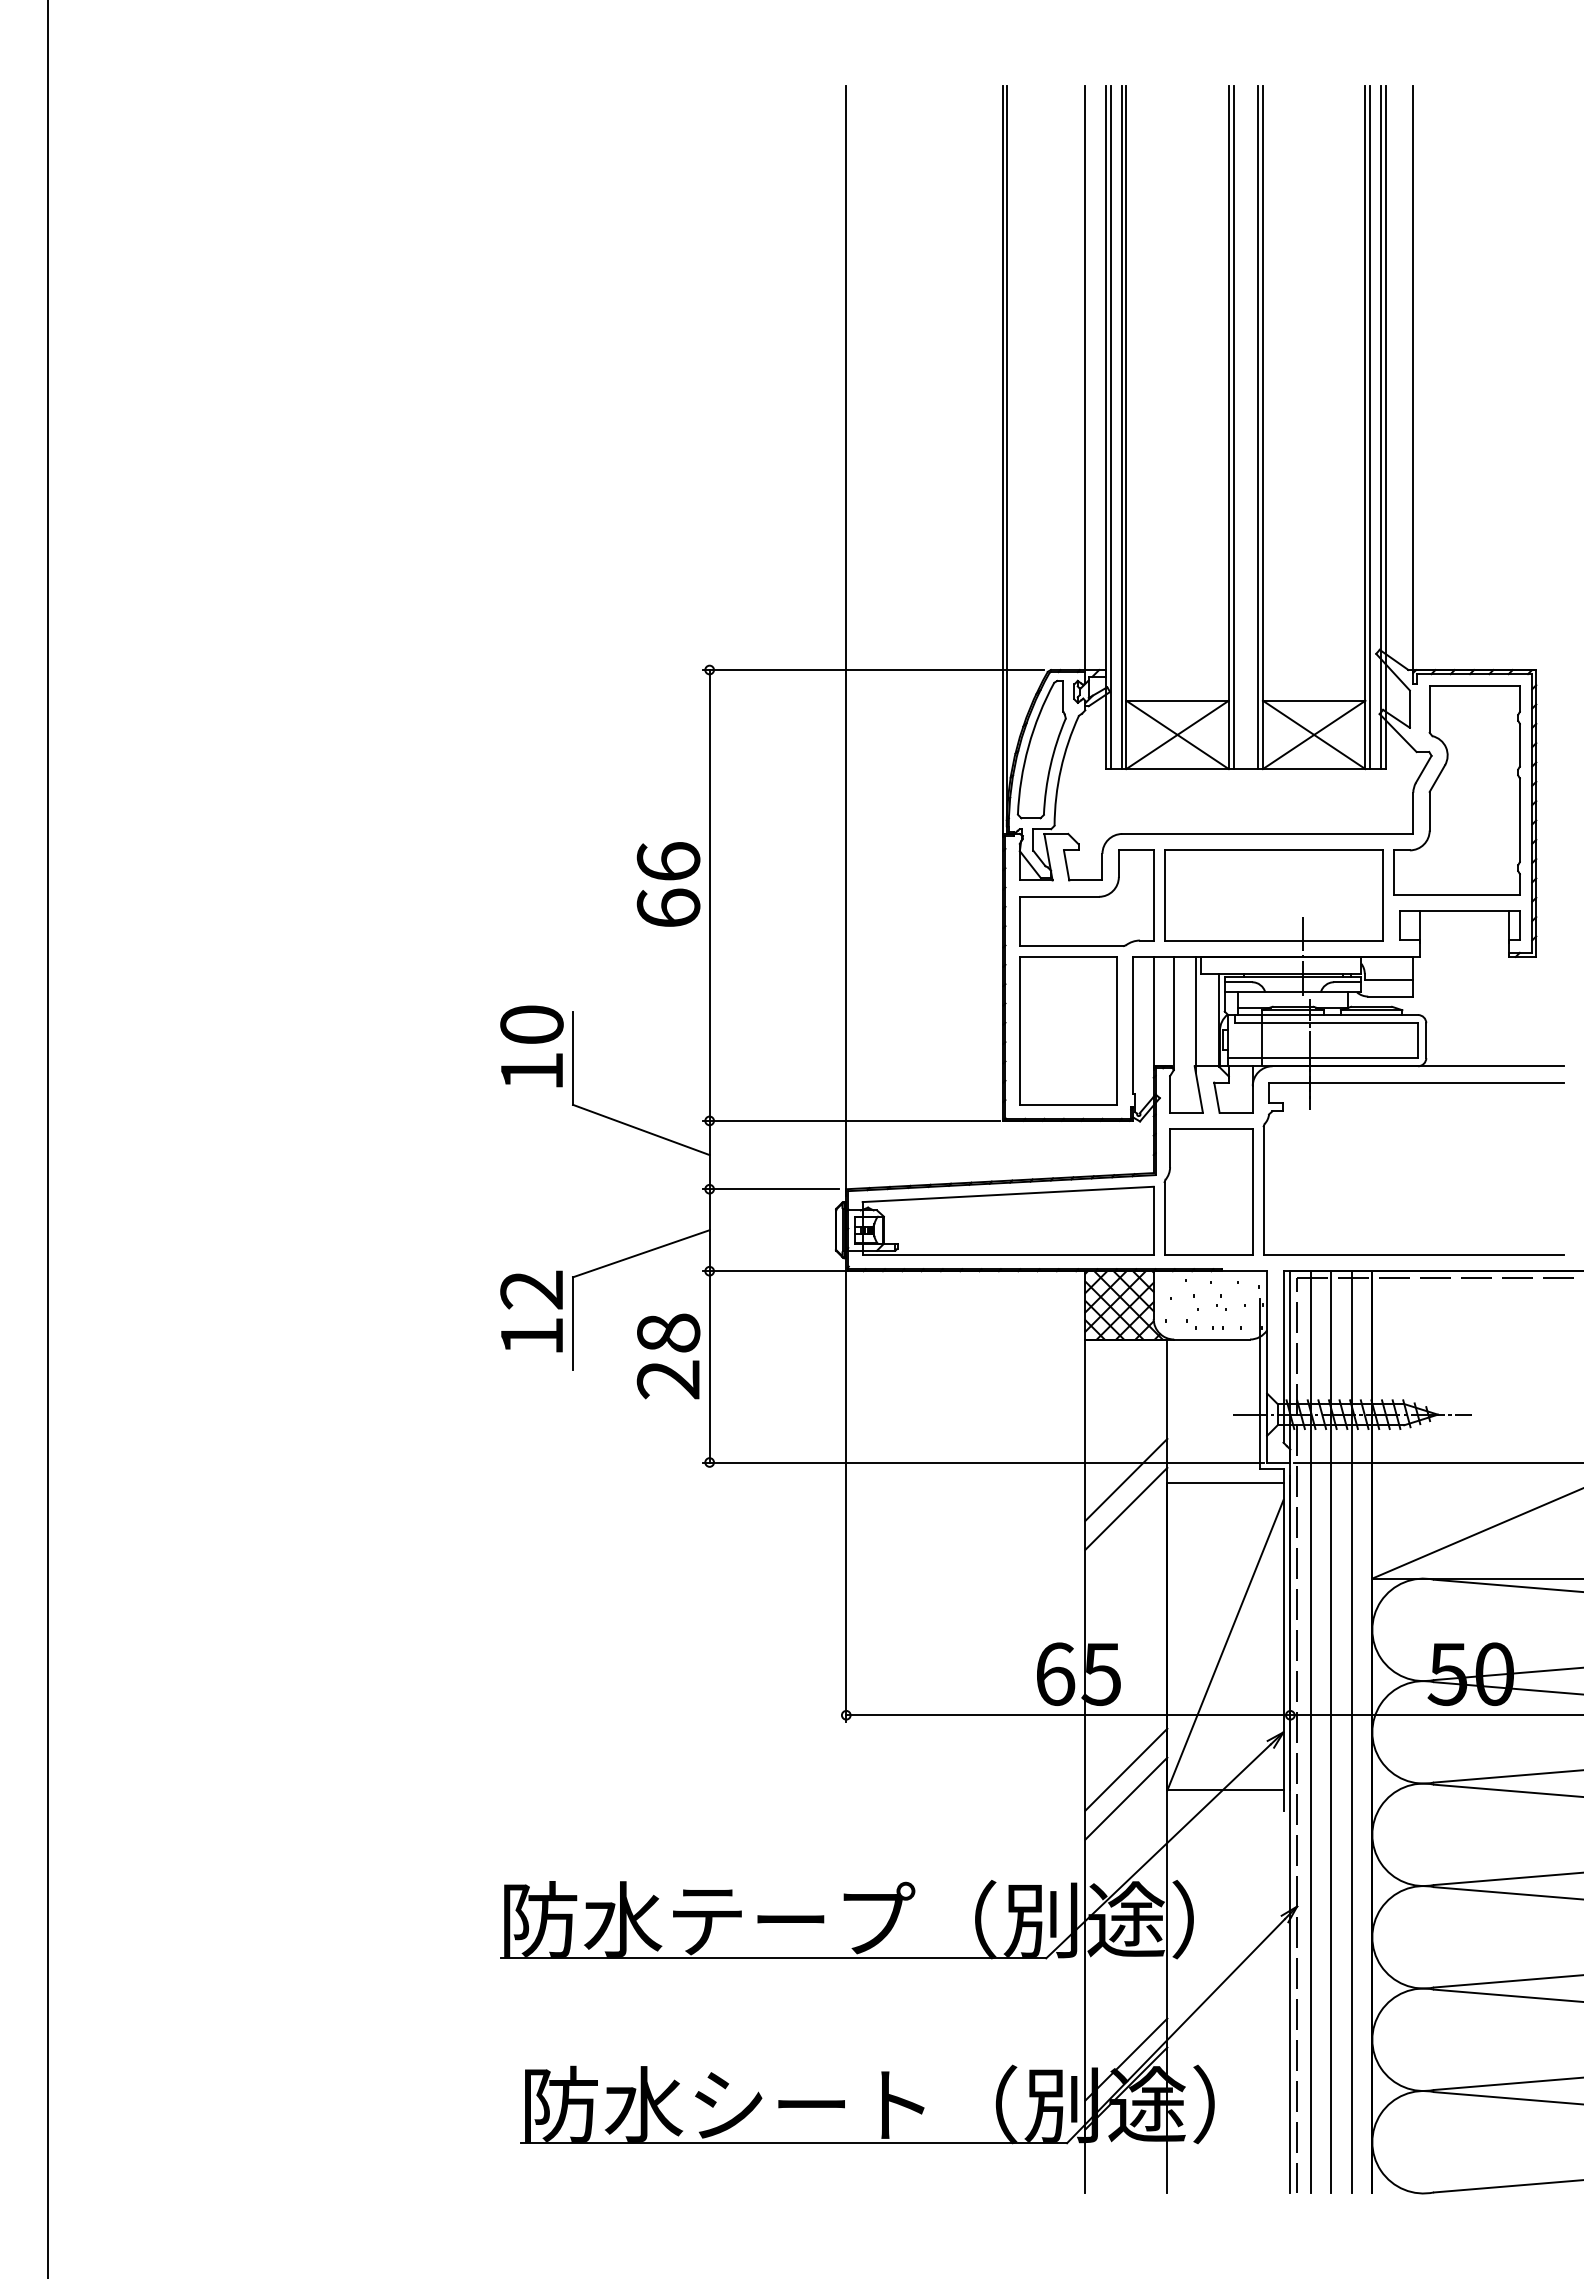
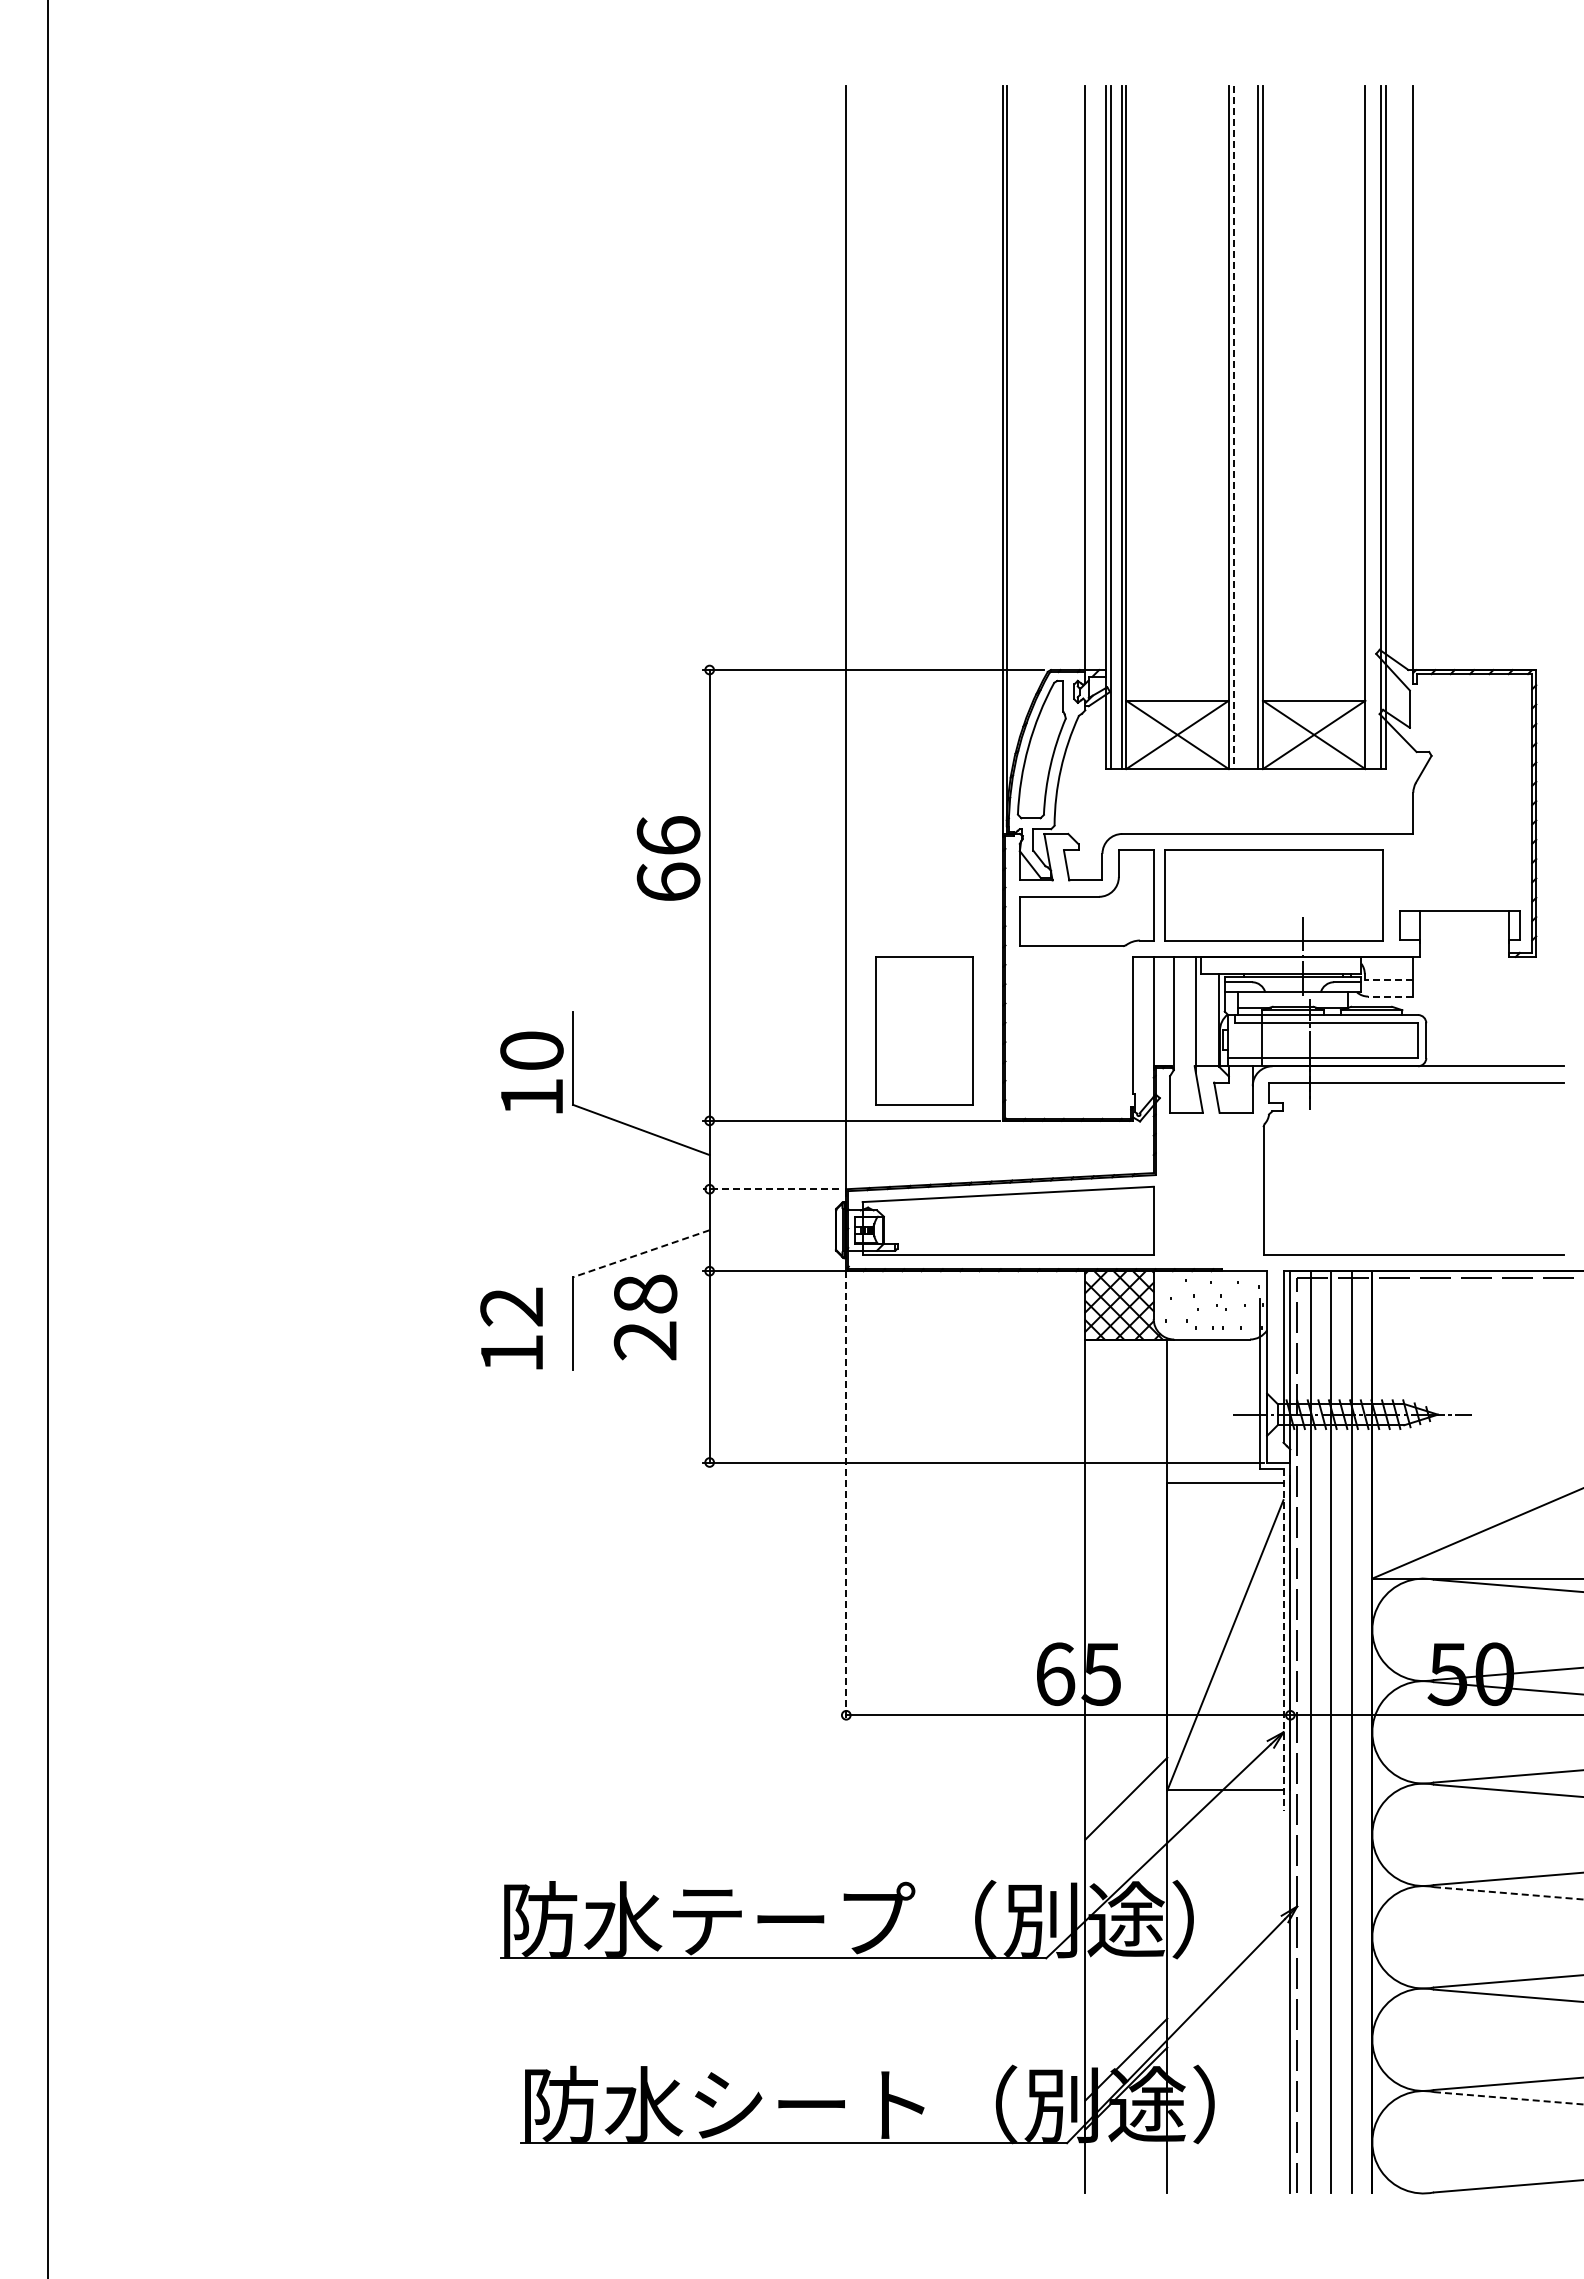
line at (1233, 427): solid -> dashed
line at (1370, 427): present -> none
part at (1456, 790): present -> none
text at (668, 884) position: (668, 884) -> (668, 858)
line at (1388, 979): solid -> dashed
line at (1389, 996): solid -> dashed
part at (1068, 1030) position: (1068, 1030) -> (924, 1030)
text at (531, 1046) position: (531, 1046) -> (531, 1072)
line at (770, 1189): solid -> dashed
part at (1208, 1191): present -> none
line at (640, 1253): solid -> dashed
text at (531, 1311) position: (531, 1311) -> (511, 1328)
text at (668, 1356) position: (668, 1356) -> (645, 1317)
line at (1436, 1462): present -> none
line at (1126, 1479): present -> none
line at (846, 1496): solid -> dashed
line at (1126, 1508): present -> none
line at (1283, 1640): solid -> dashed
line at (1126, 1769): present -> none
line at (1508, 1893): solid -> dashed
line at (1508, 2098): solid -> dashed
